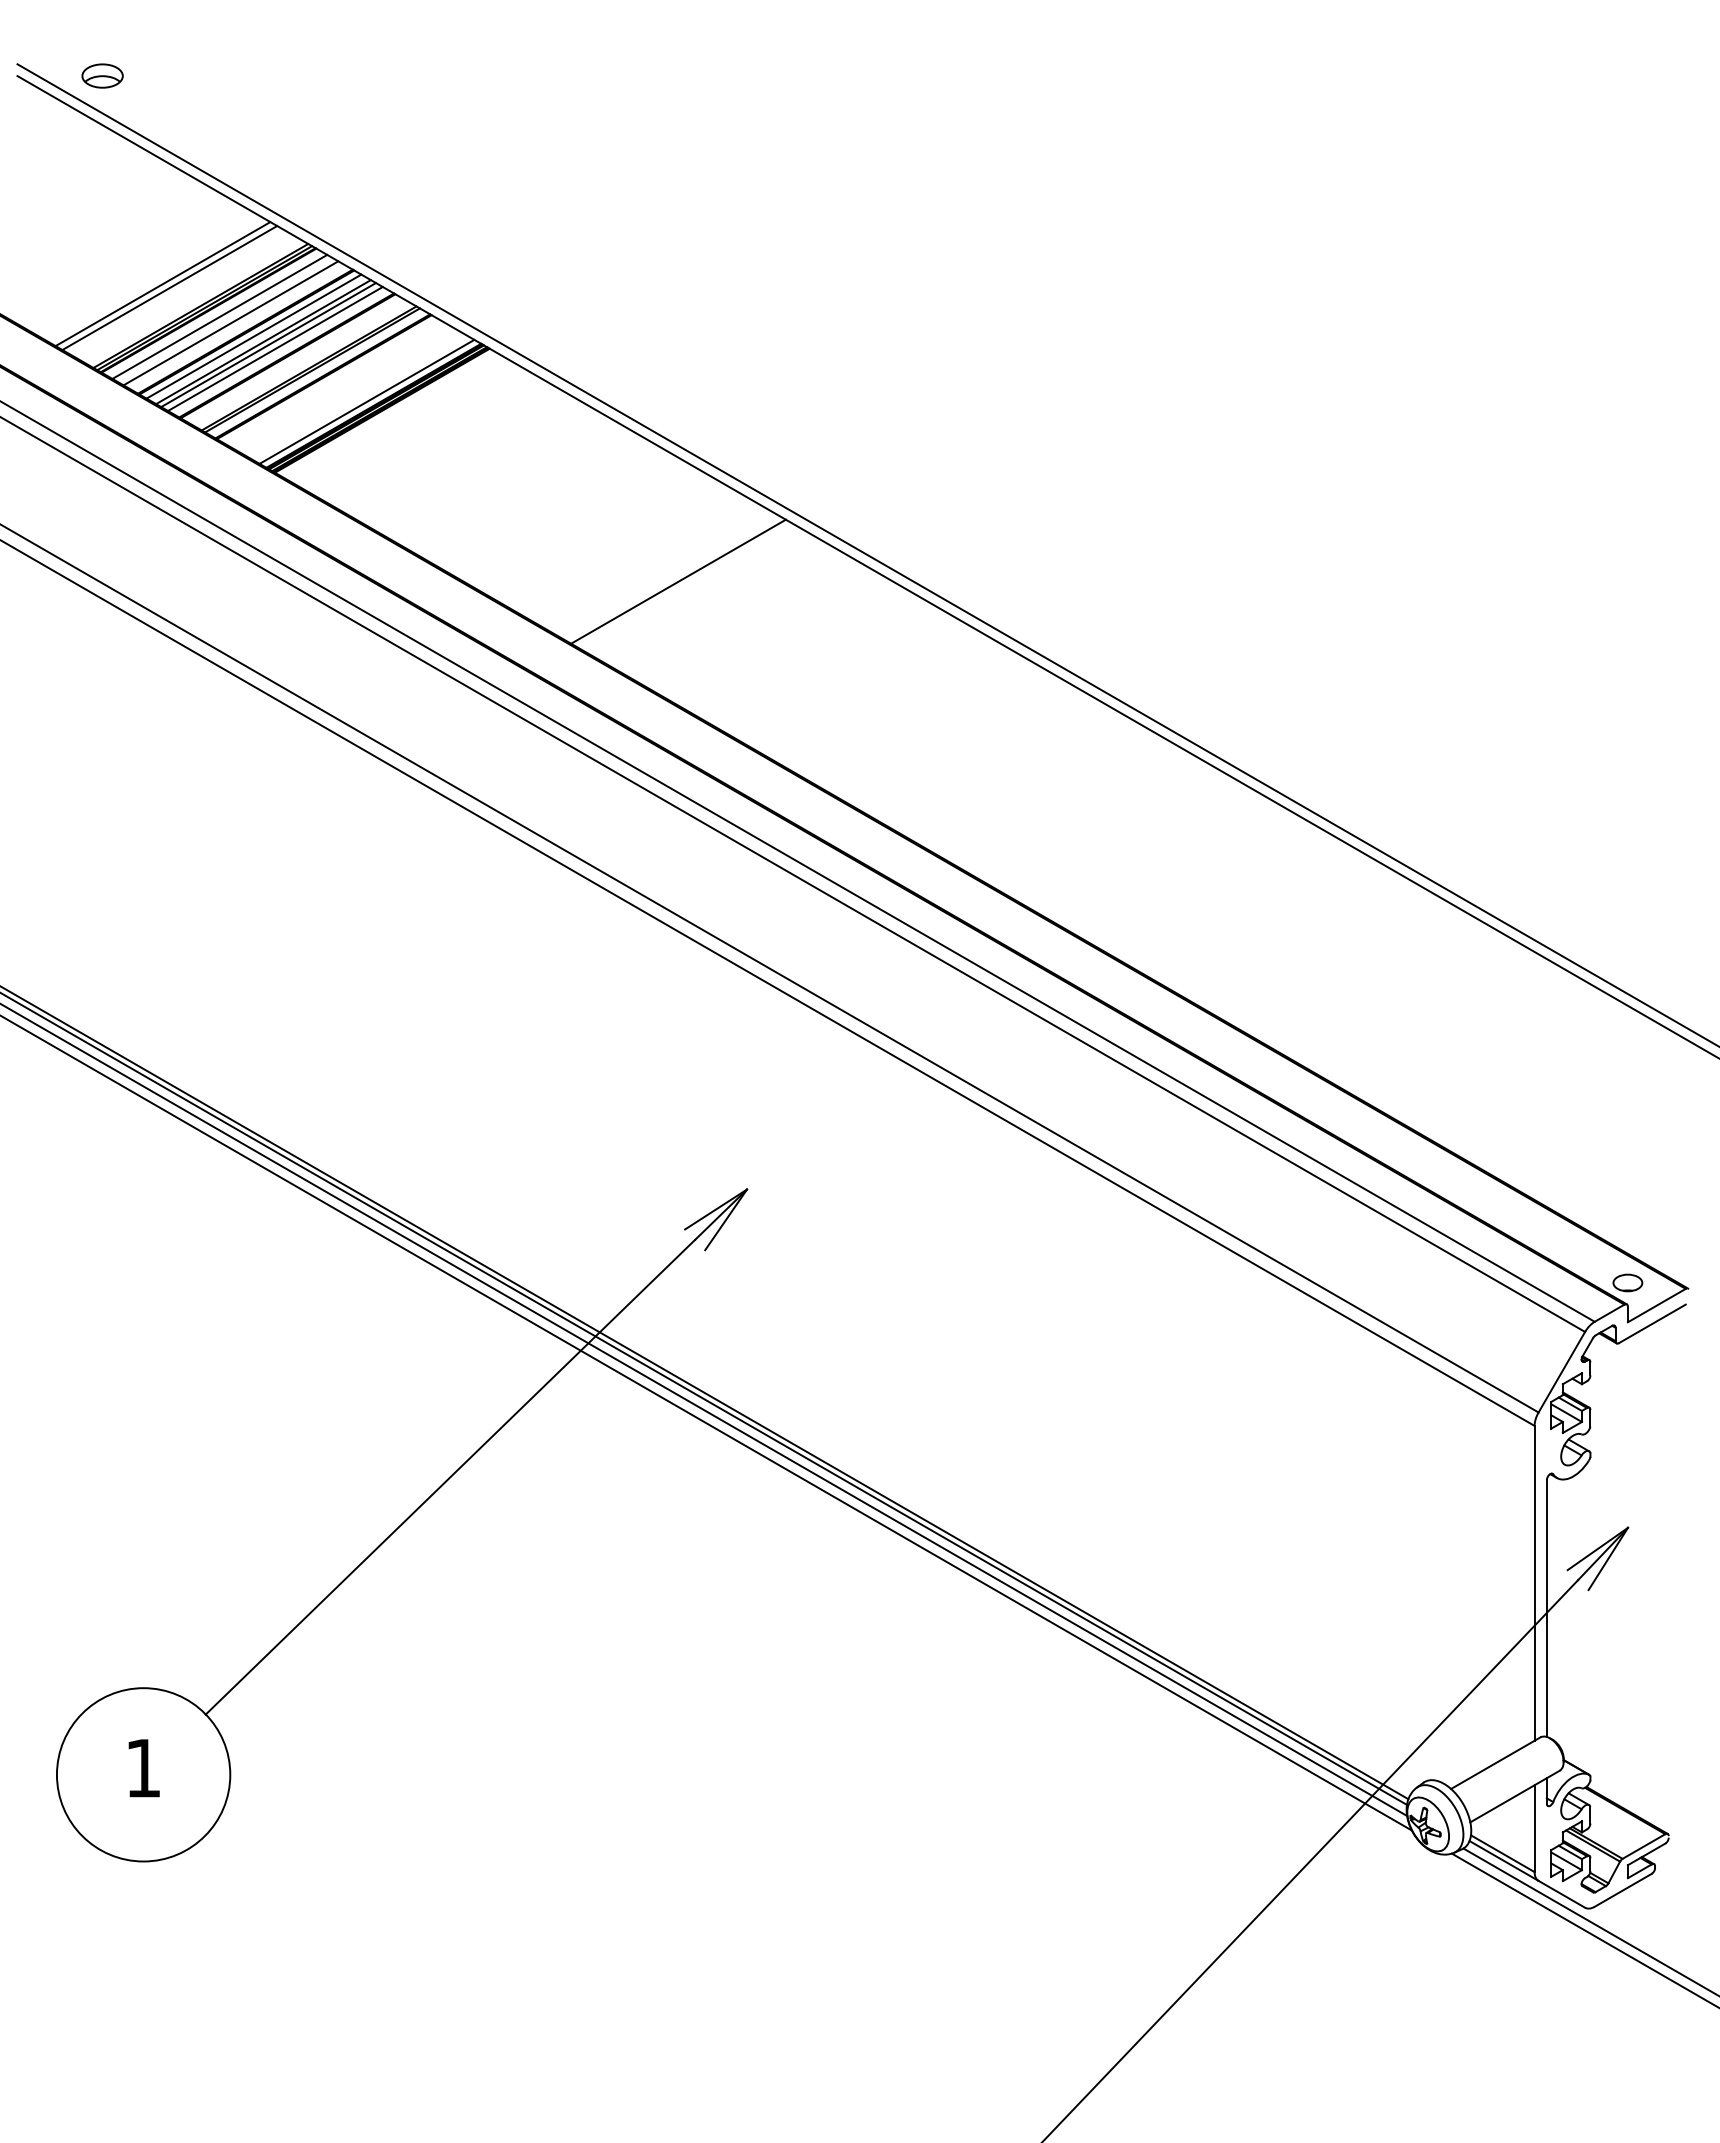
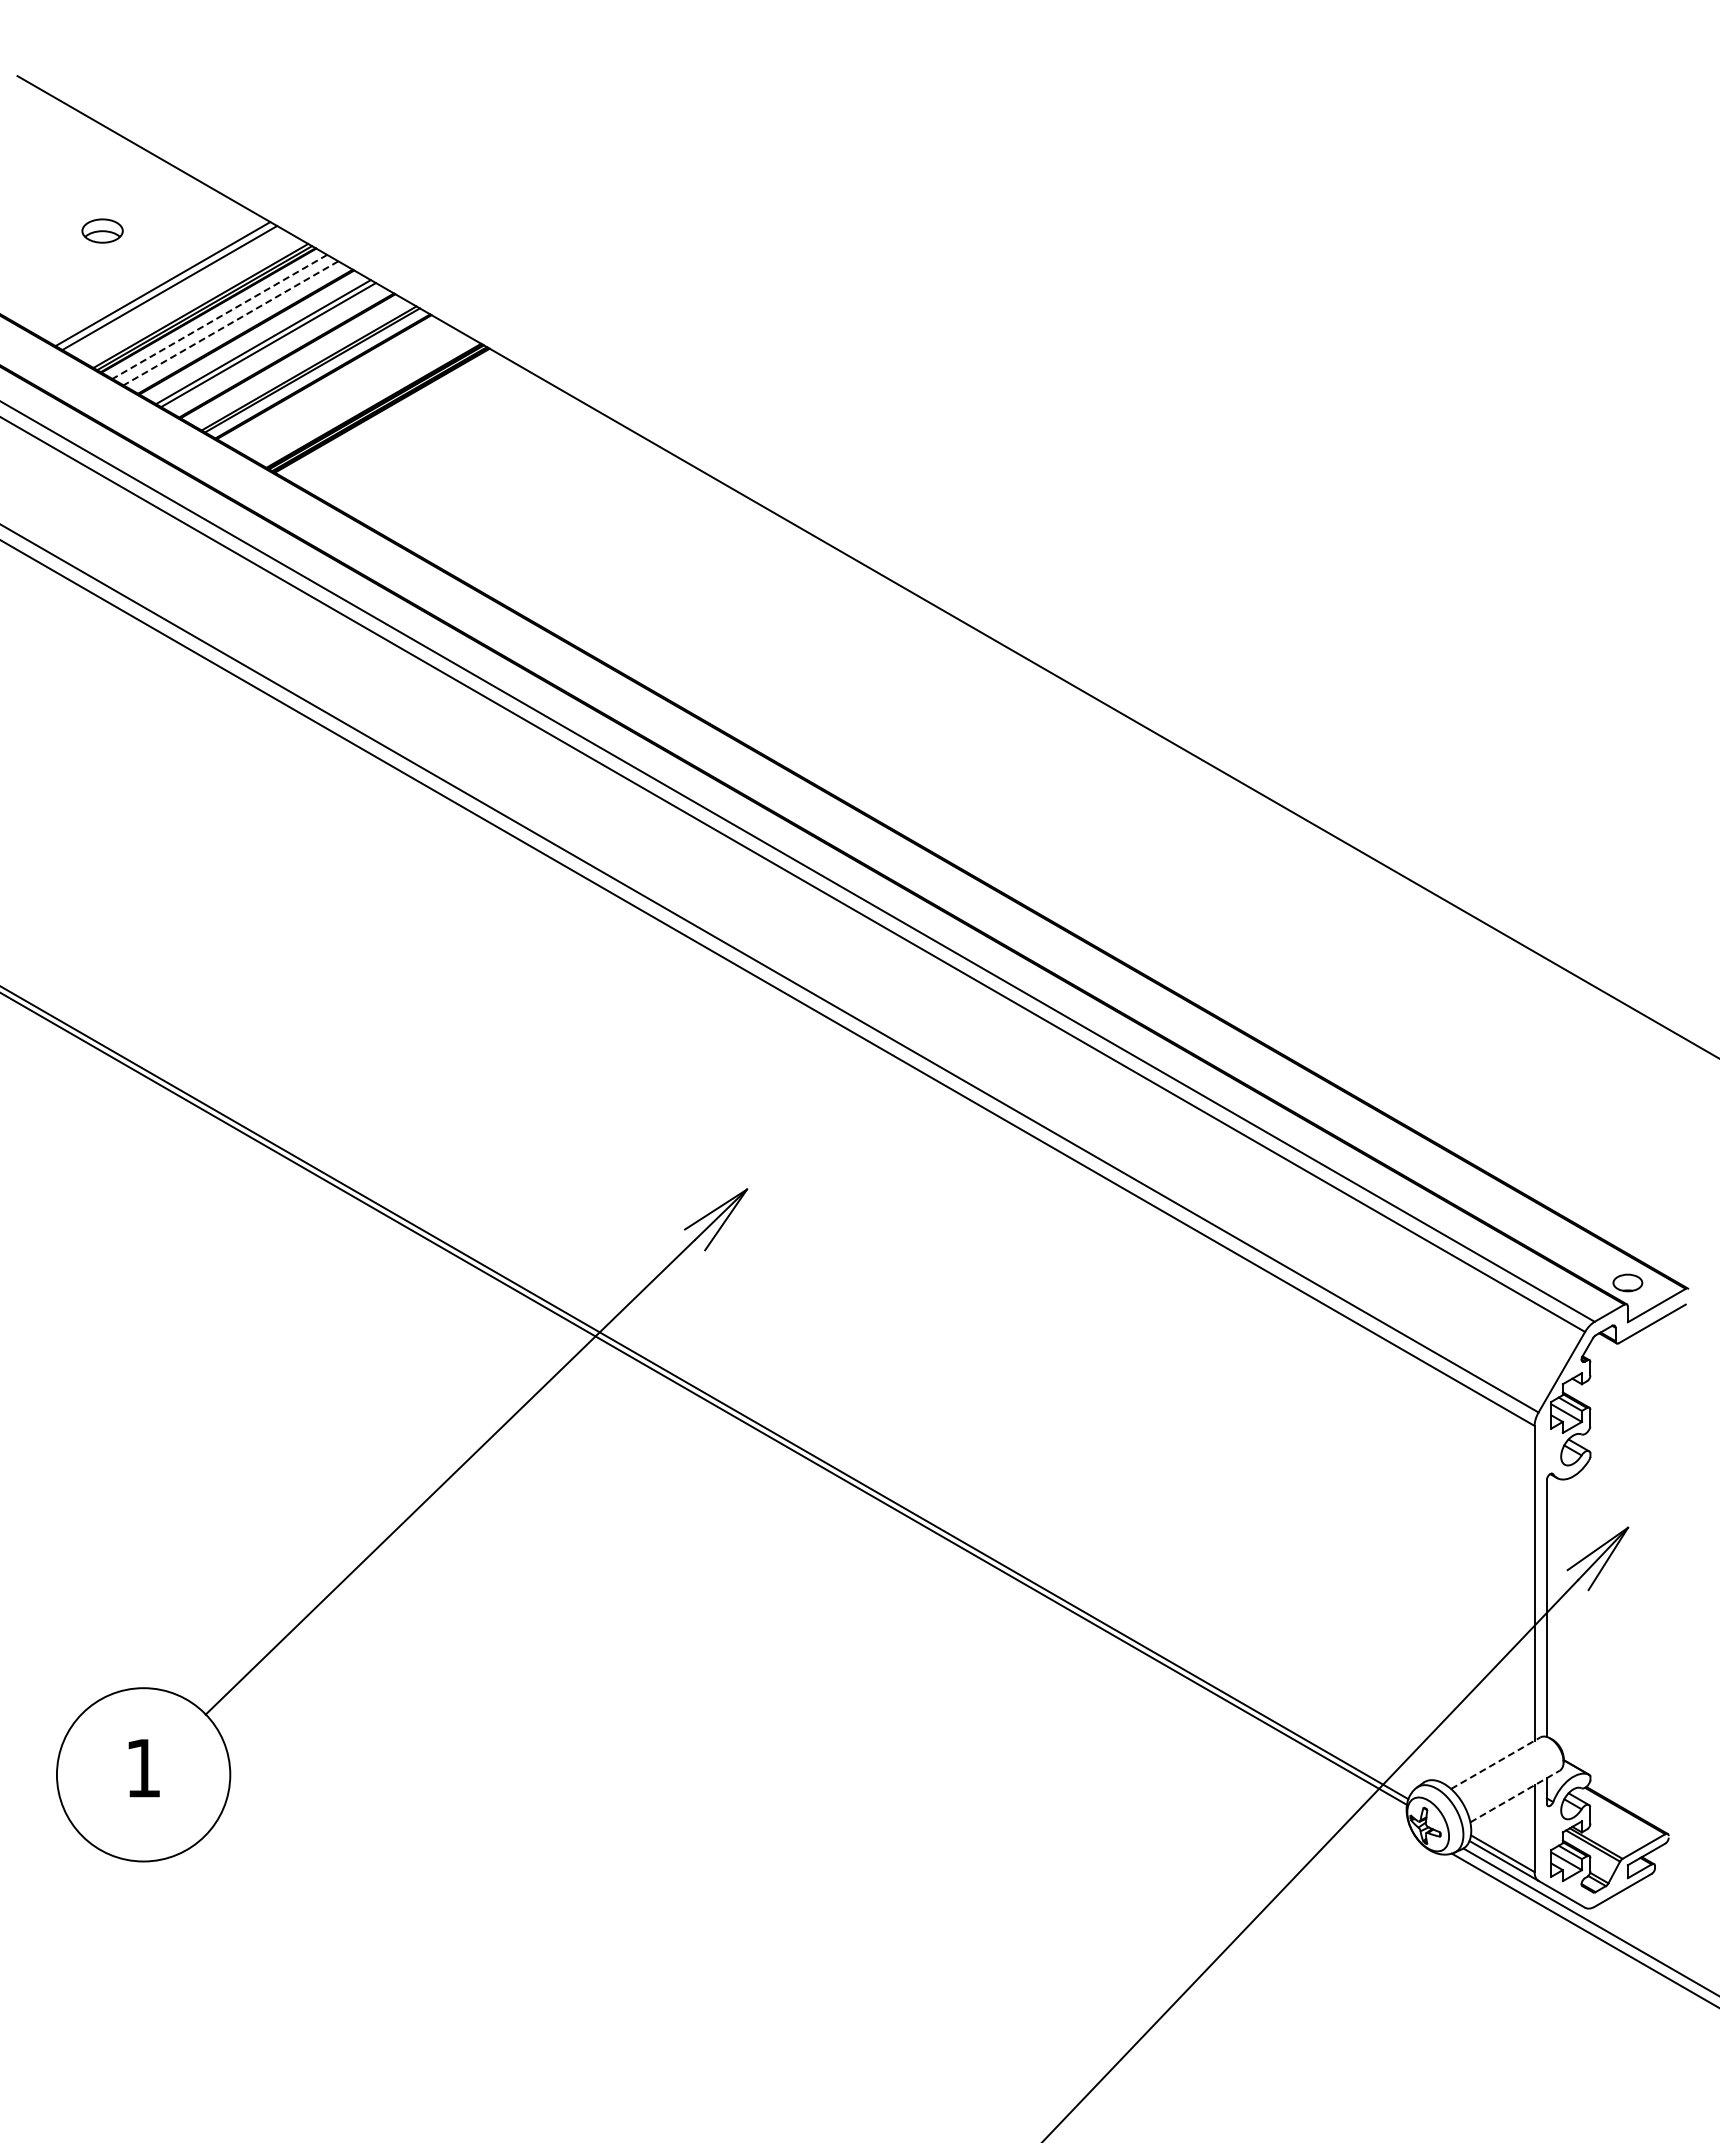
part at (102, 75) position: (102, 75) -> (102, 230)
line at (219, 317): solid -> dashed
line at (230, 323): solid -> dashed
line at (253, 336): present -> none
line at (275, 348): present -> none
line at (366, 401): present -> none
line at (866, 554): present -> none
line at (678, 581): present -> none
line at (704, 1410): present -> none
line at (706, 1423): present -> none
line at (1495, 1763): solid -> dashed
line at (1515, 1796): solid -> dashed
